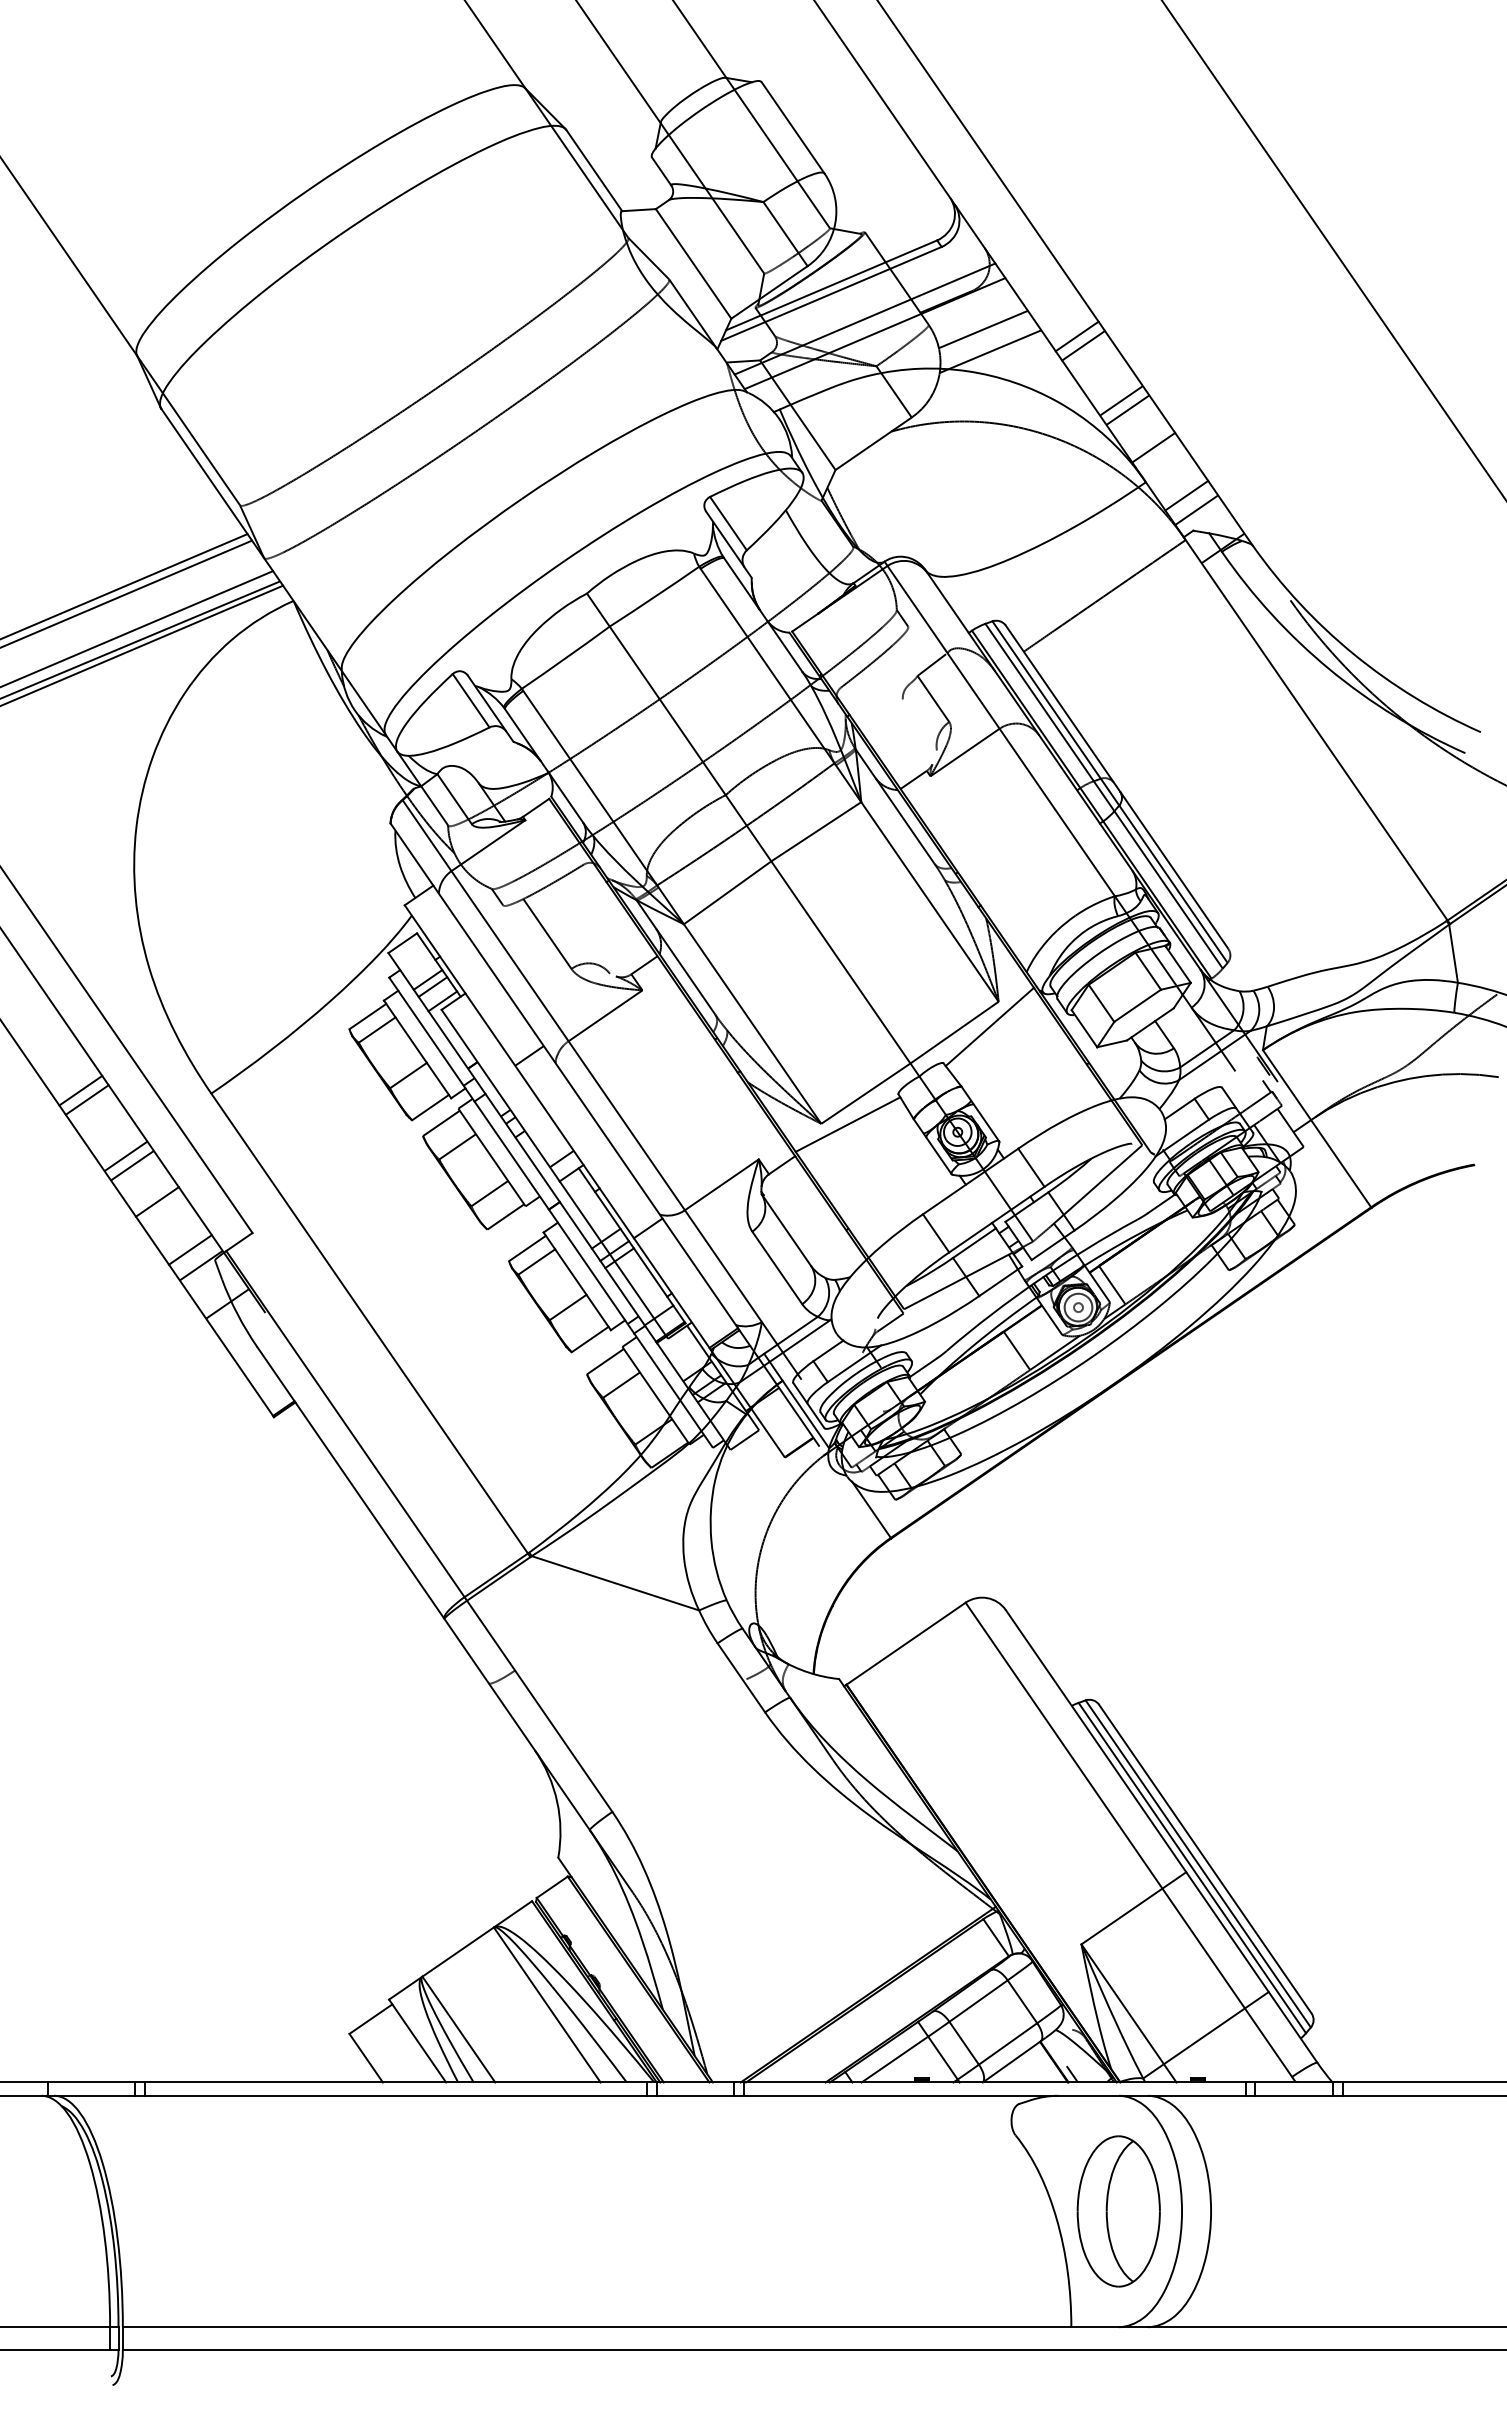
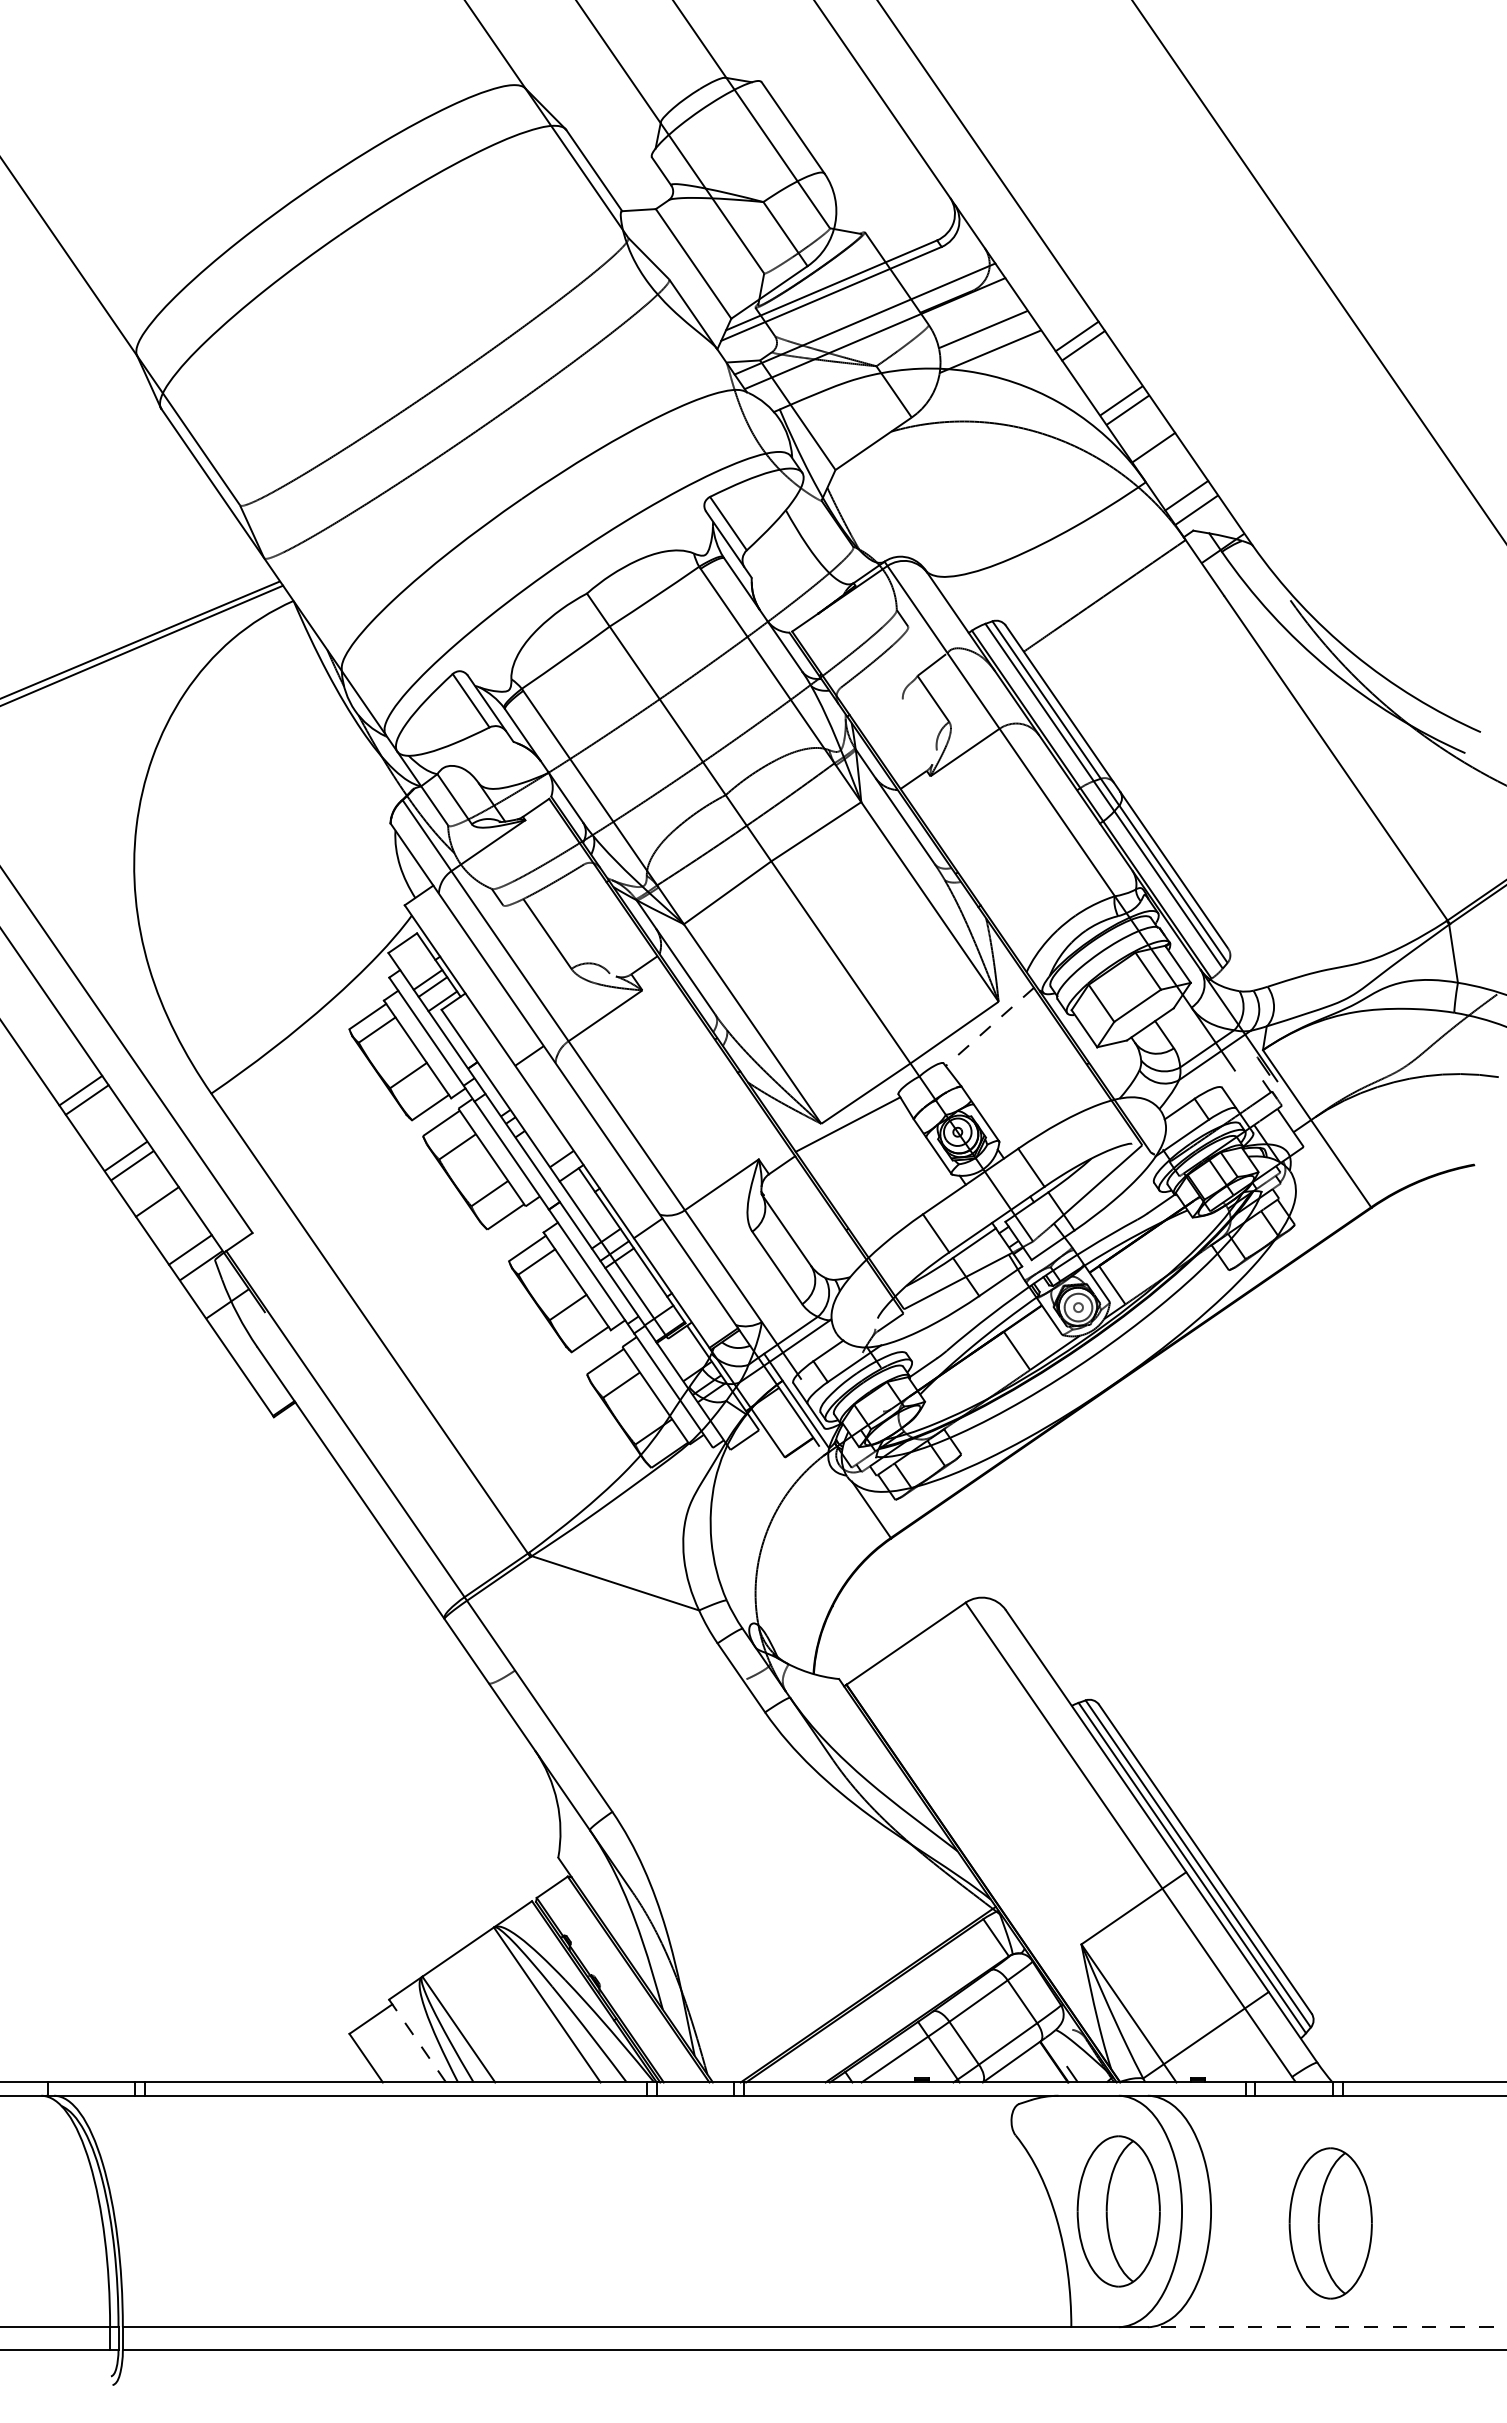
line at (1333, 249) position: (1333, 249) -> (1318, 271)
line at (124, 586): present -> none
line at (127, 593): present -> none
line at (137, 628): present -> none
line at (989, 1026): solid -> dashed
line at (417, 2040): solid -> dashed
part at (1330, 2223): none -> present
line at (1326, 2327): solid -> dashed
